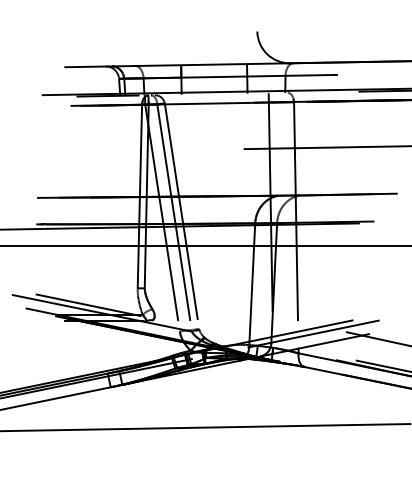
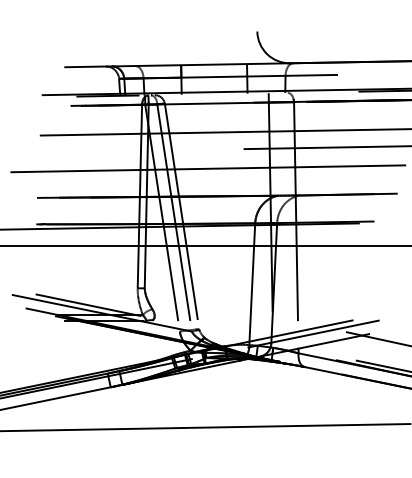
line at (224, 132): none -> present
line at (208, 168): none -> present
